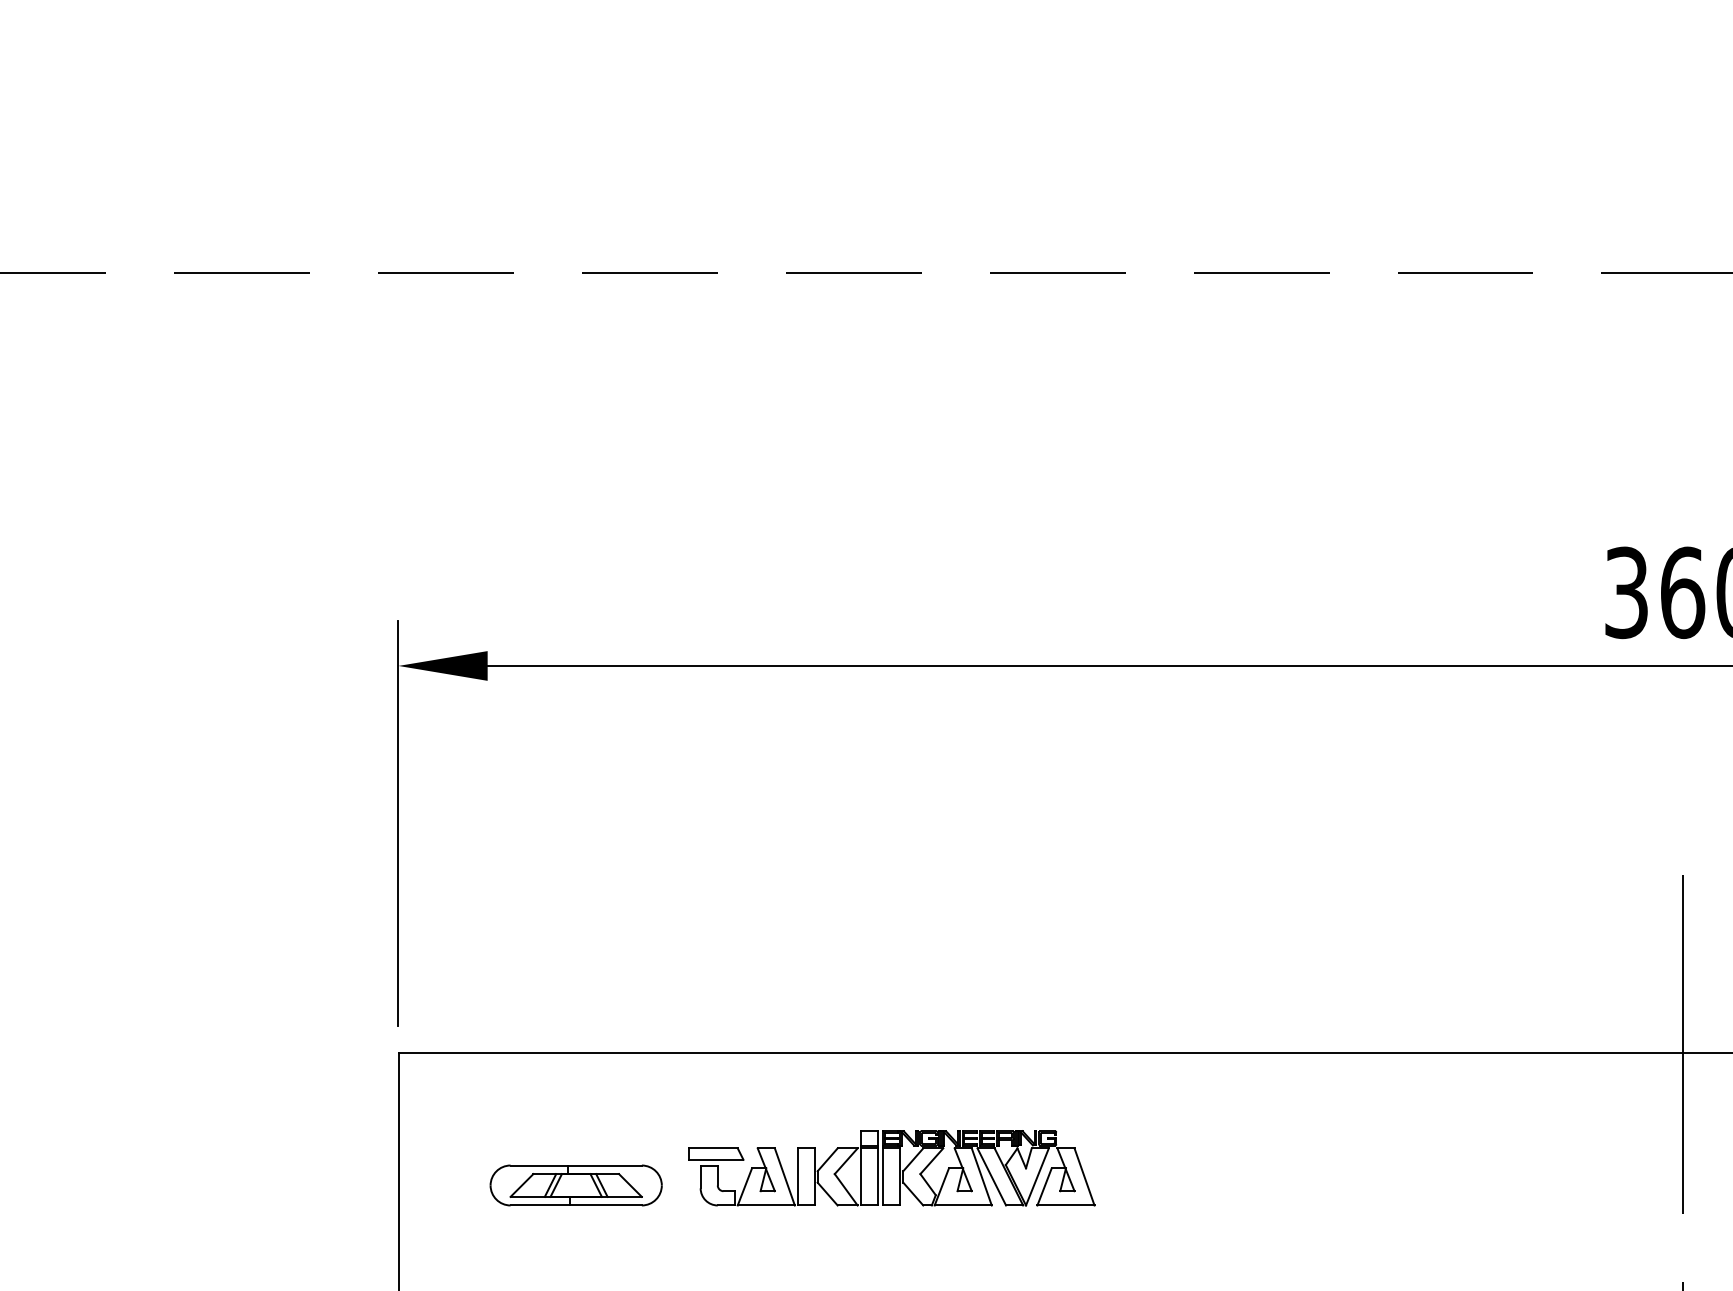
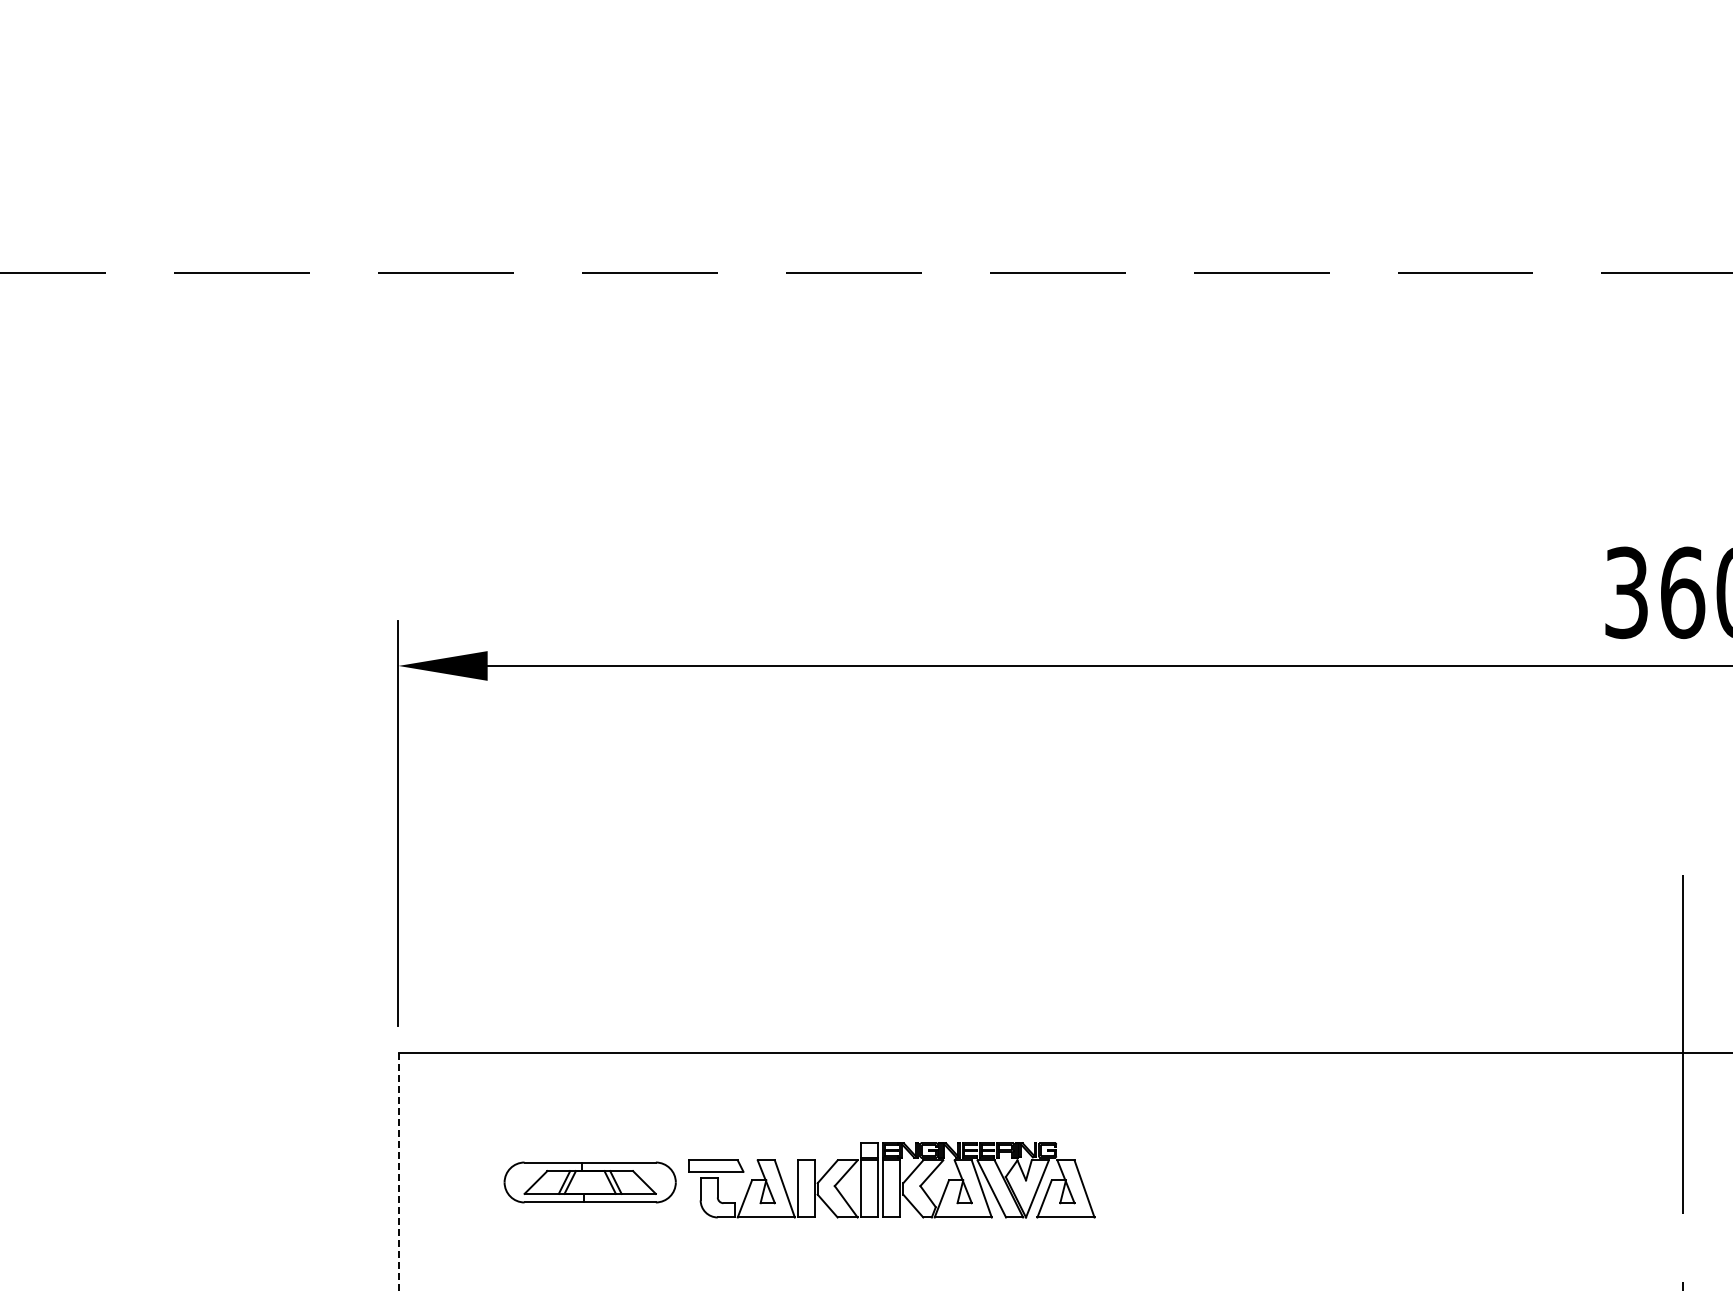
part at (891, 1168) position: (891, 1168) -> (891, 1180)
line at (398, 1171): solid -> dashed
part at (575, 1185) position: (575, 1185) -> (589, 1182)
